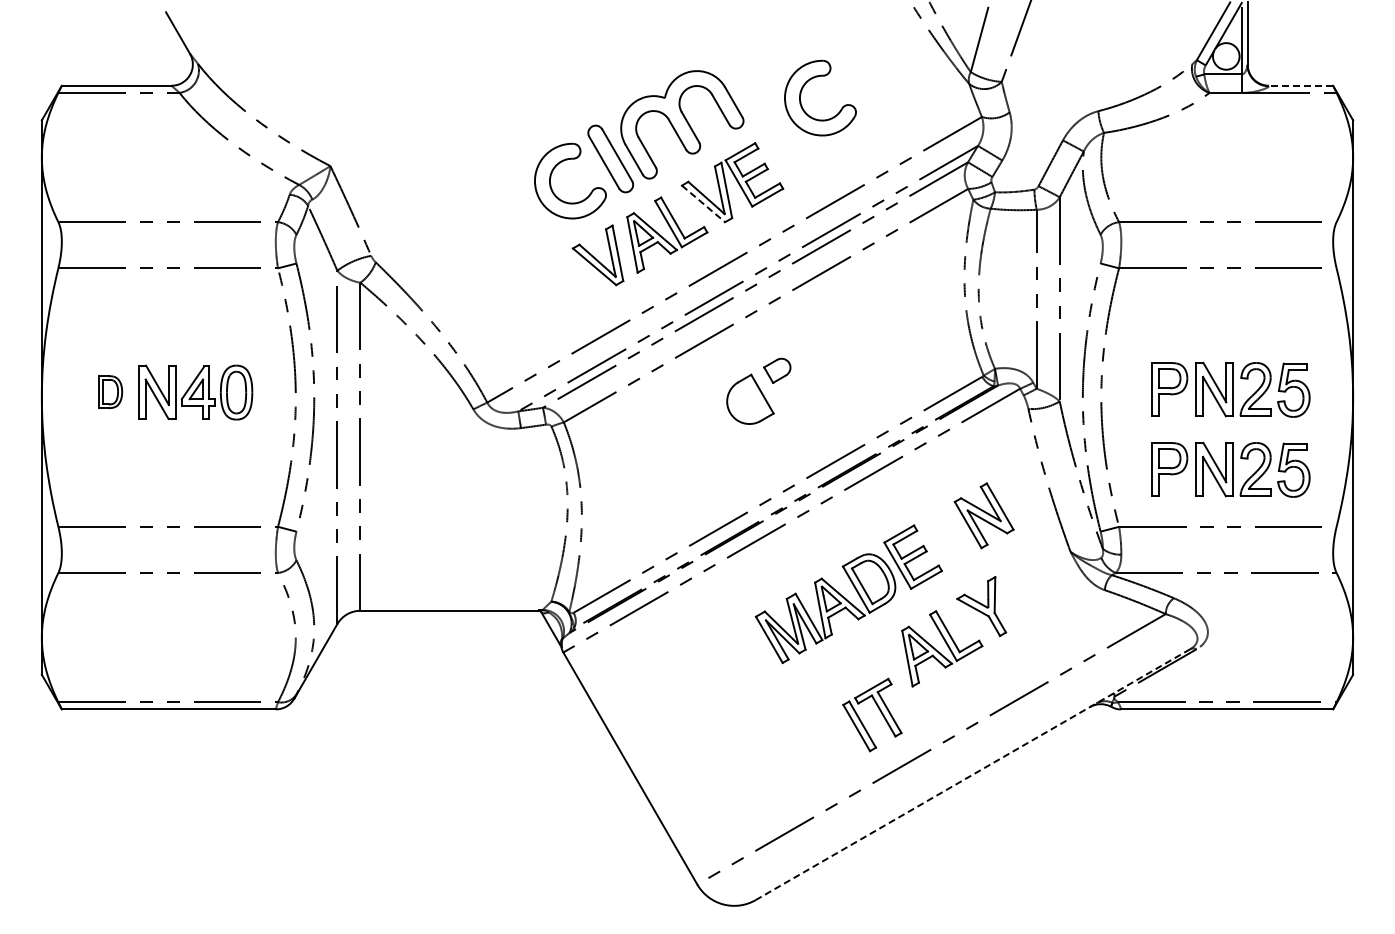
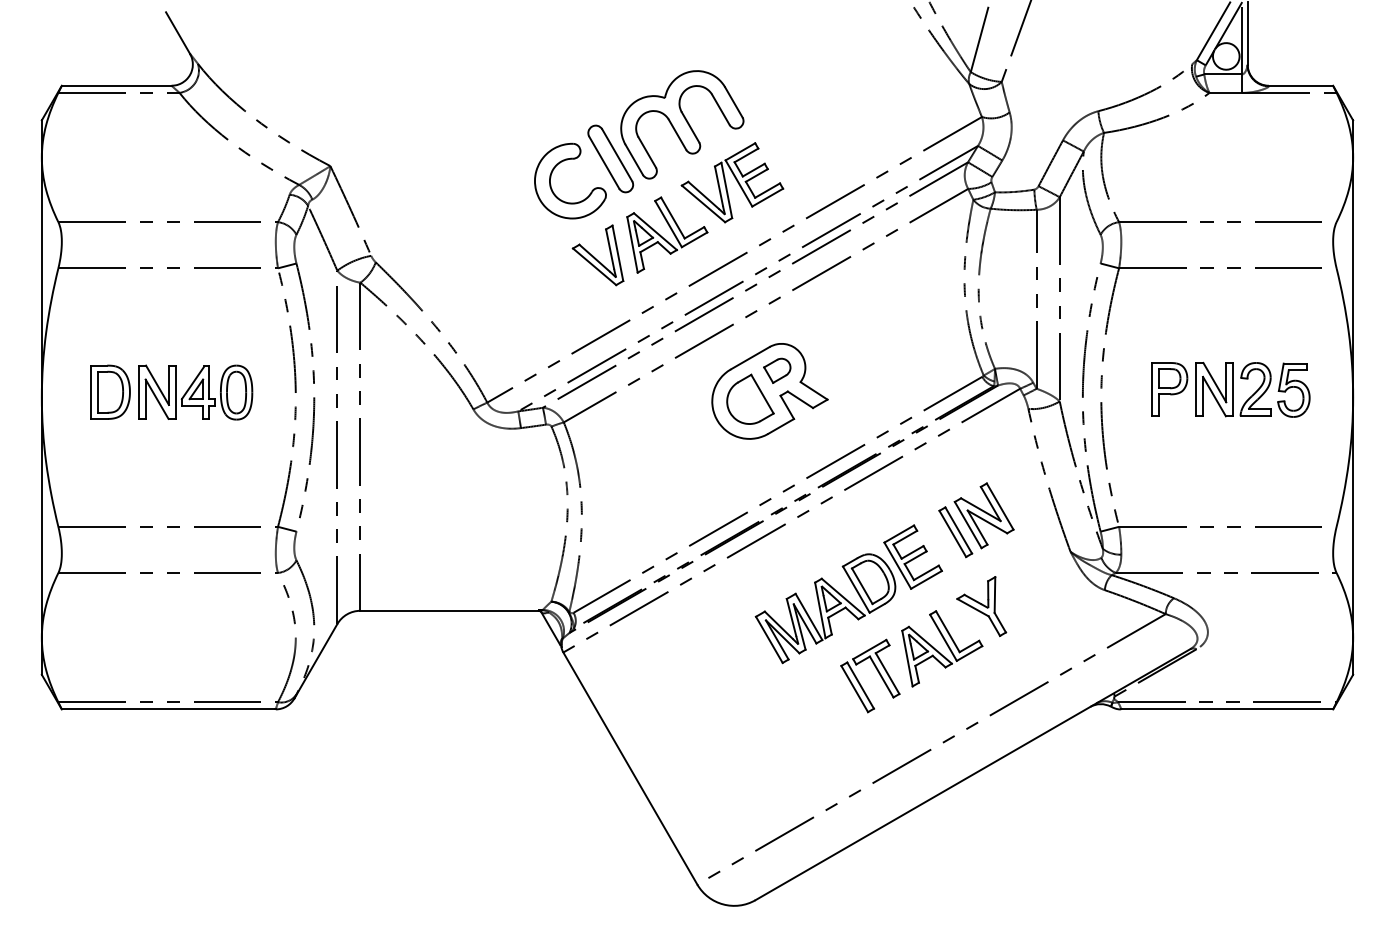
part at (805, 85): present -> none
line at (1300, 85): dashed -> solid
line at (703, 204): dashed -> solid
part at (110, 391) size: 26x34 px -> 41x56 px
part at (769, 391): none -> present
part at (1230, 469): present -> none
part at (955, 532): none -> present
part at (878, 709) position: (878, 709) -> (876, 670)
line at (972, 774): dashed -> solid
